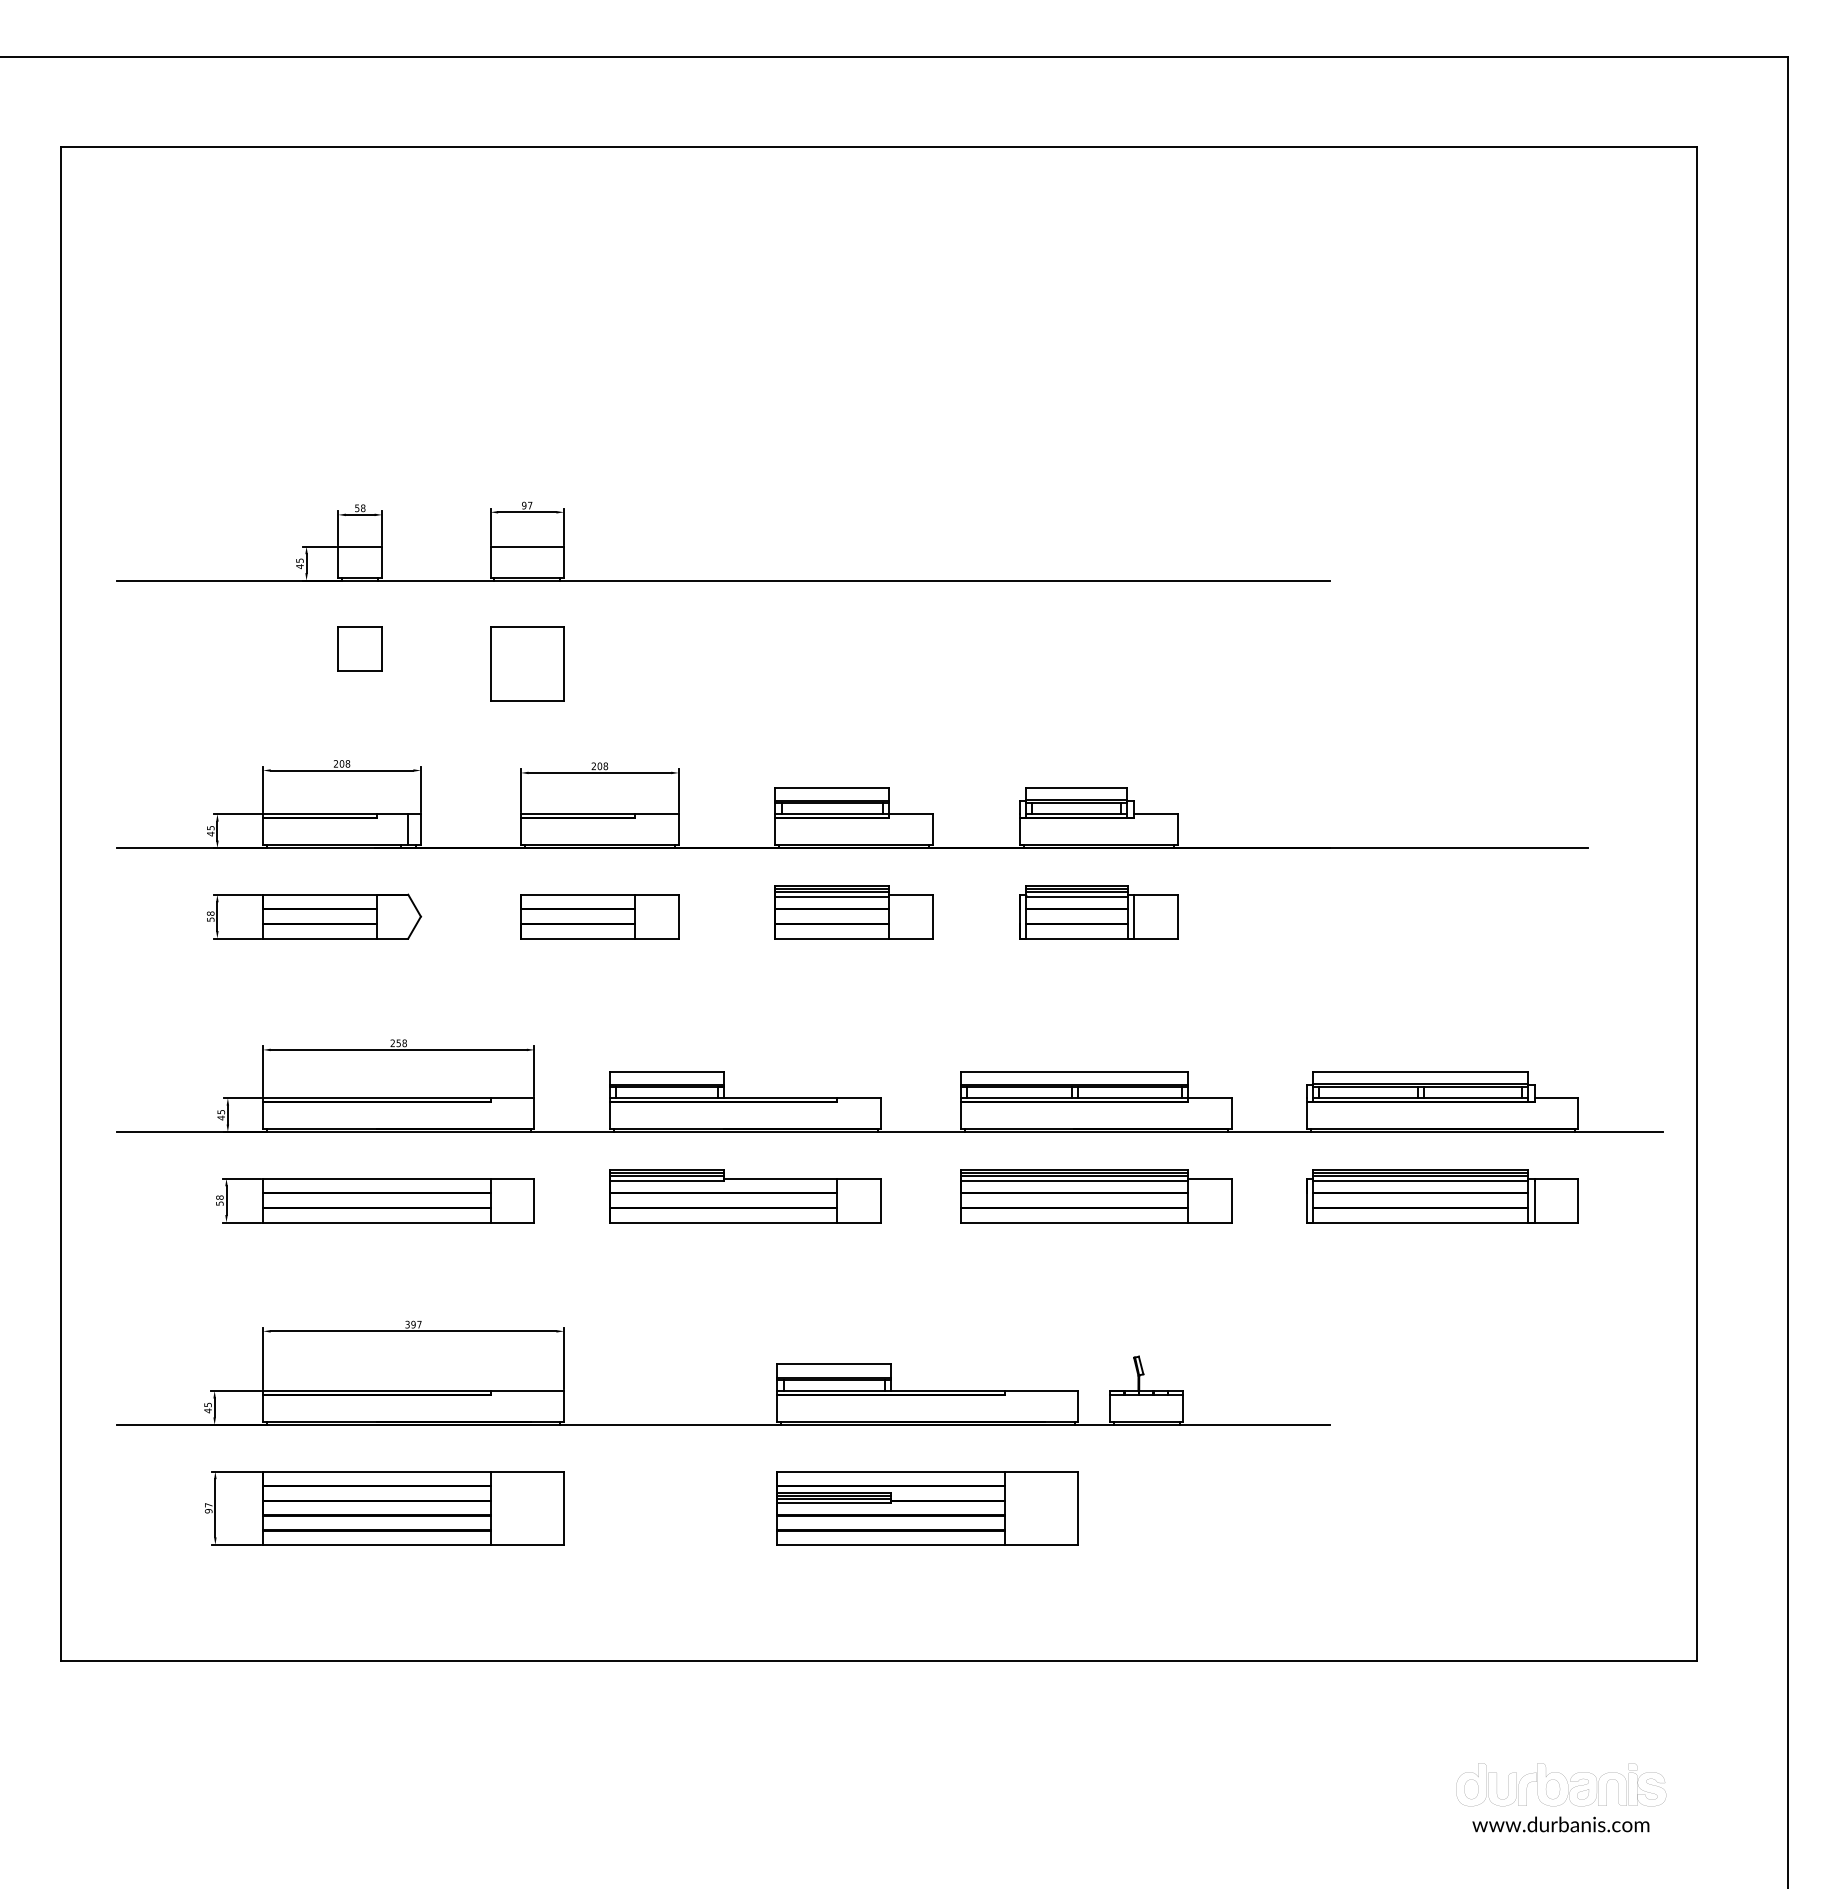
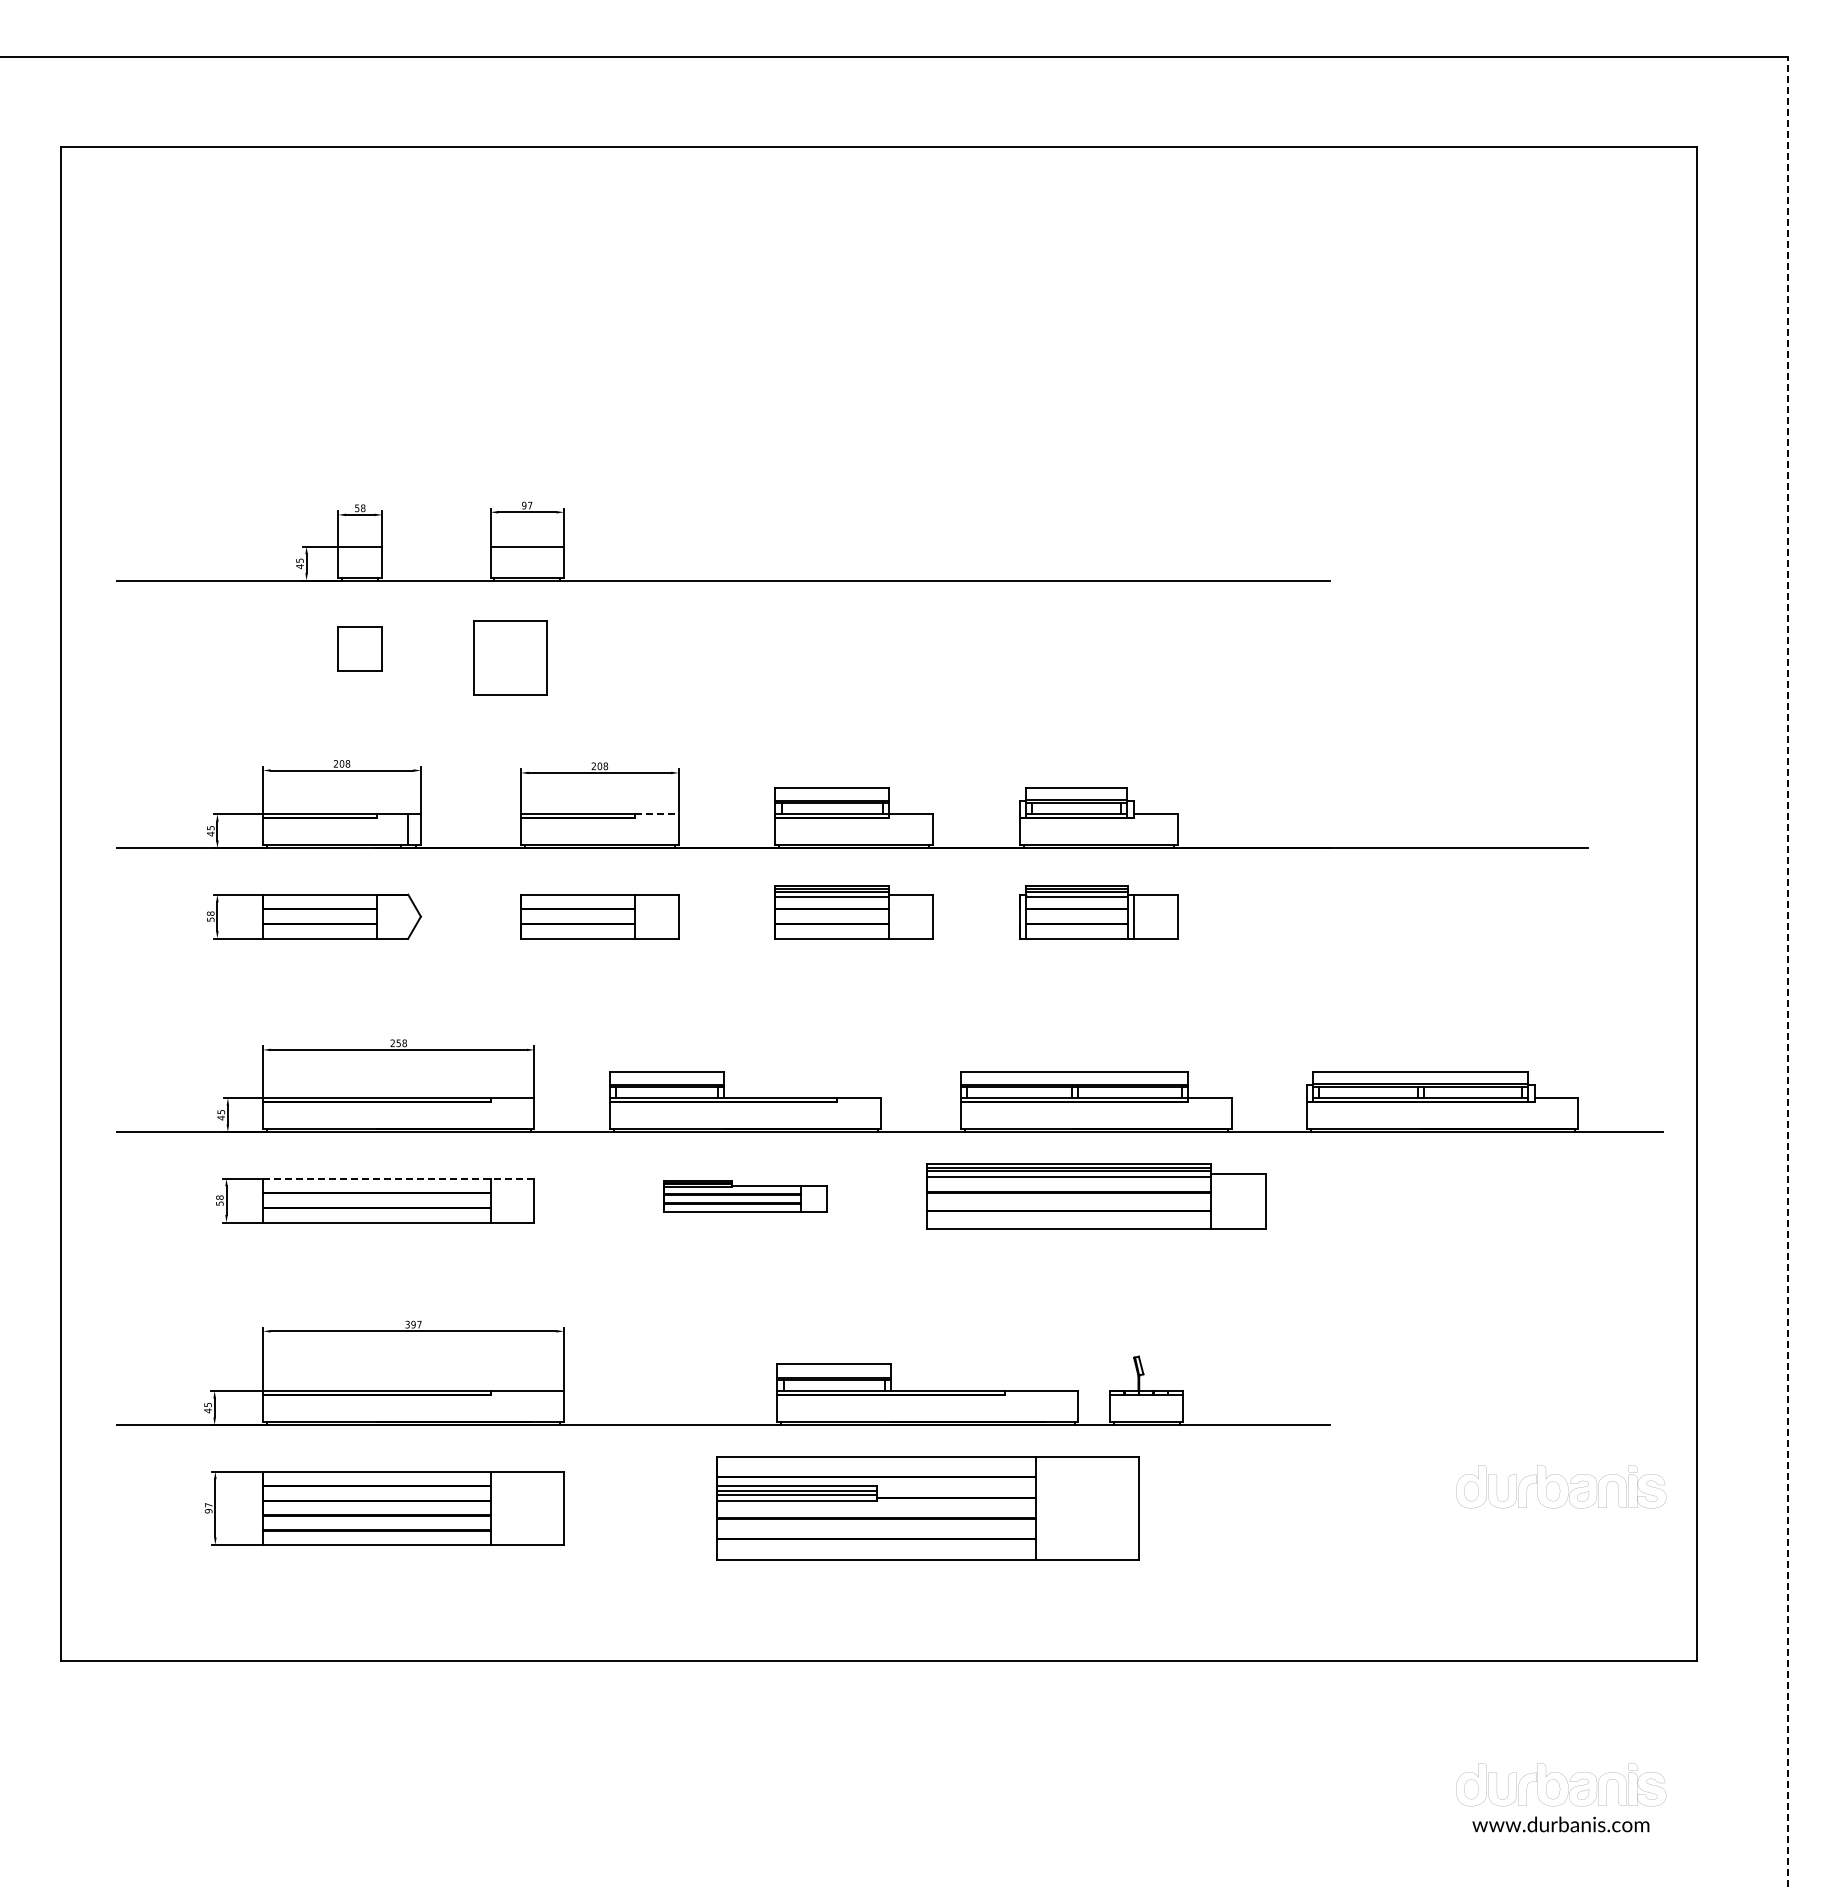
part at (527, 663) position: (527, 663) -> (510, 657)
line at (656, 814): solid -> dashed
line at (1787, 972): solid -> dashed
line at (398, 1178): solid -> dashed
part at (745, 1196) size: 273x55 px -> 165x33 px
part at (1096, 1196) size: 273x55 px -> 341x67 px
part at (1442, 1196): present -> none
part at (1561, 1486): none -> present
part at (927, 1508) size: 303x75 px -> 424x105 px
